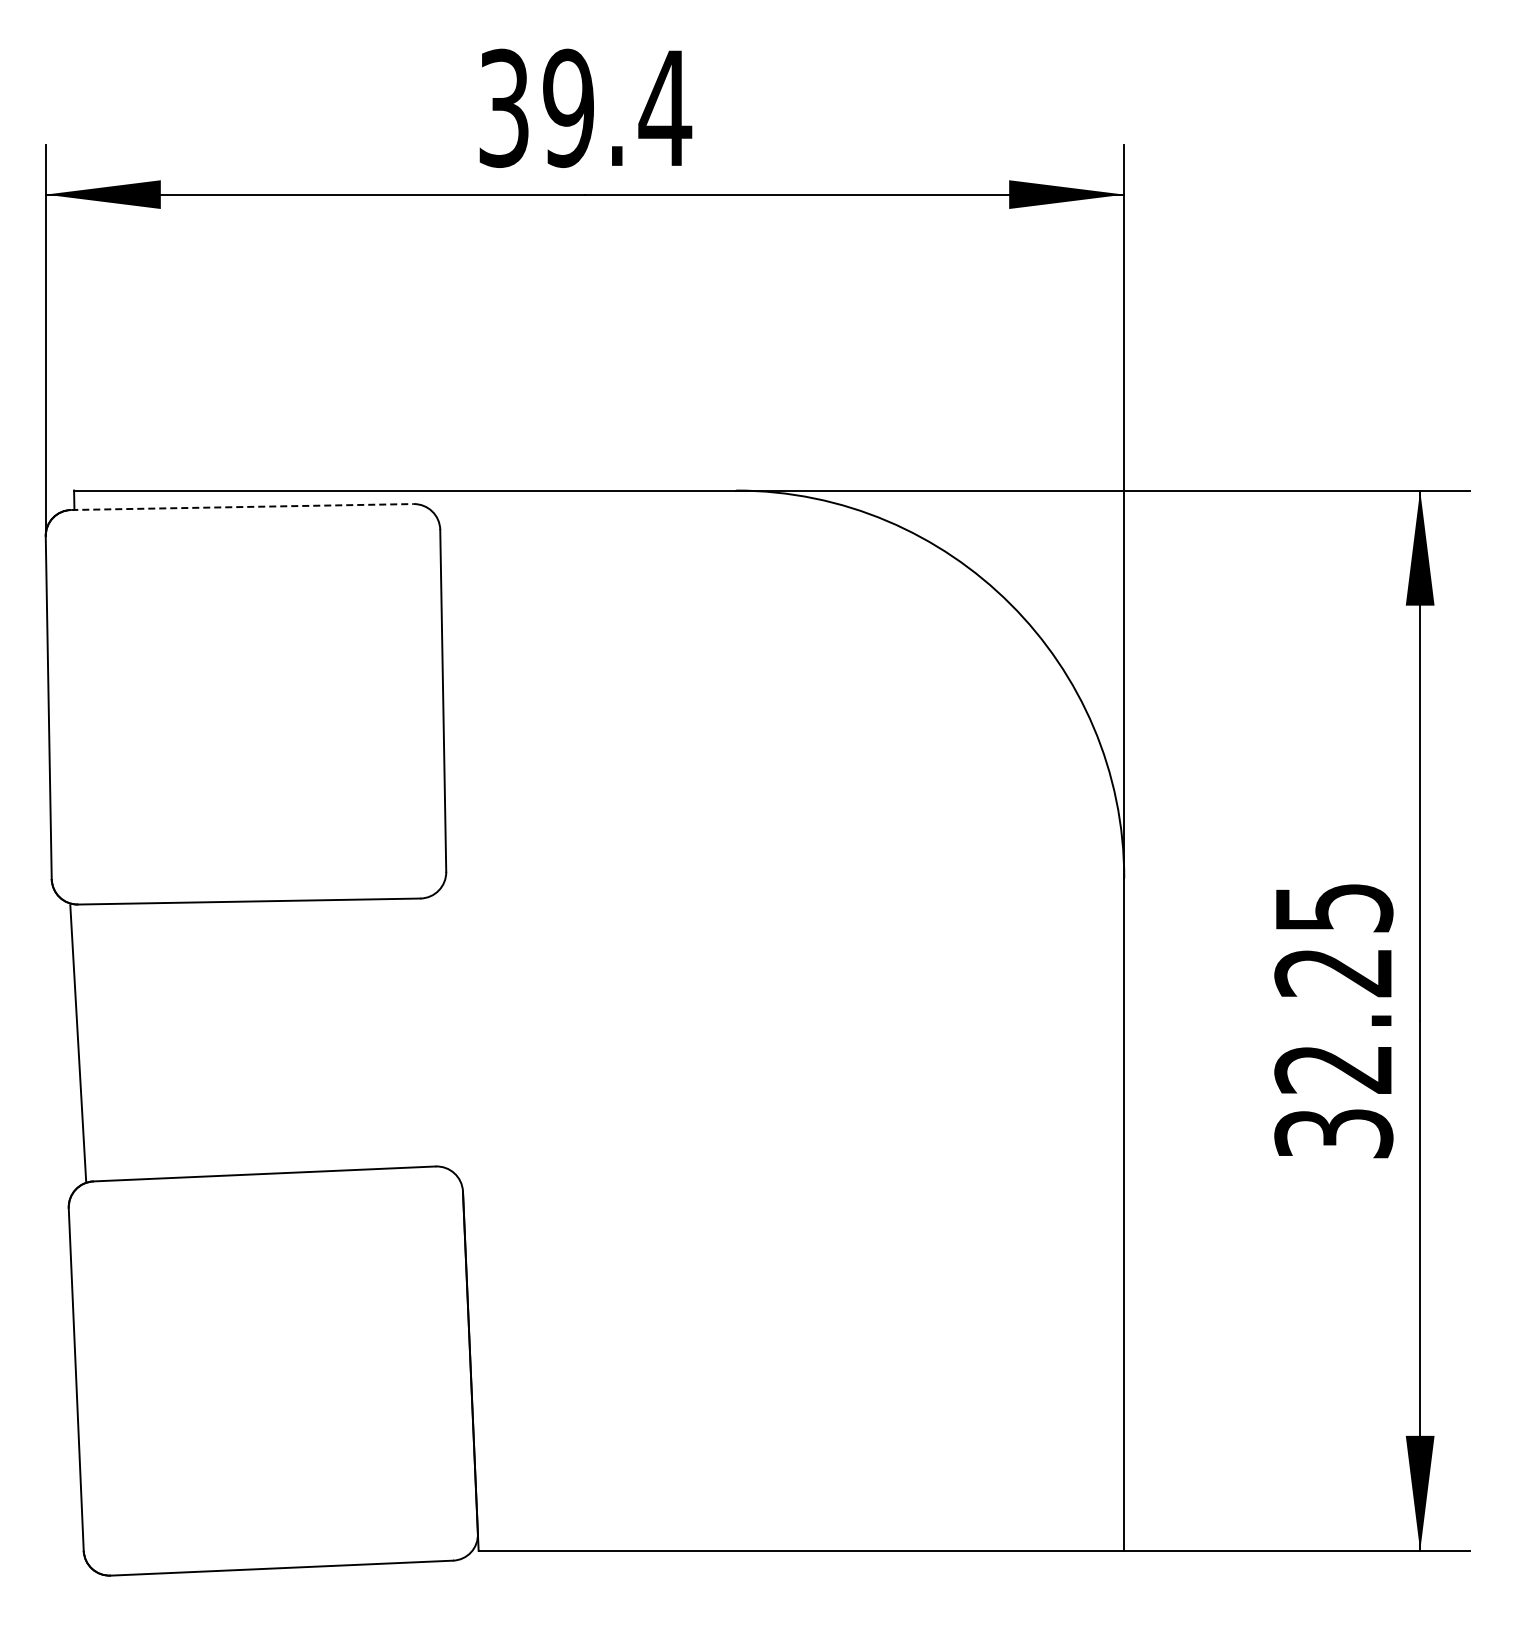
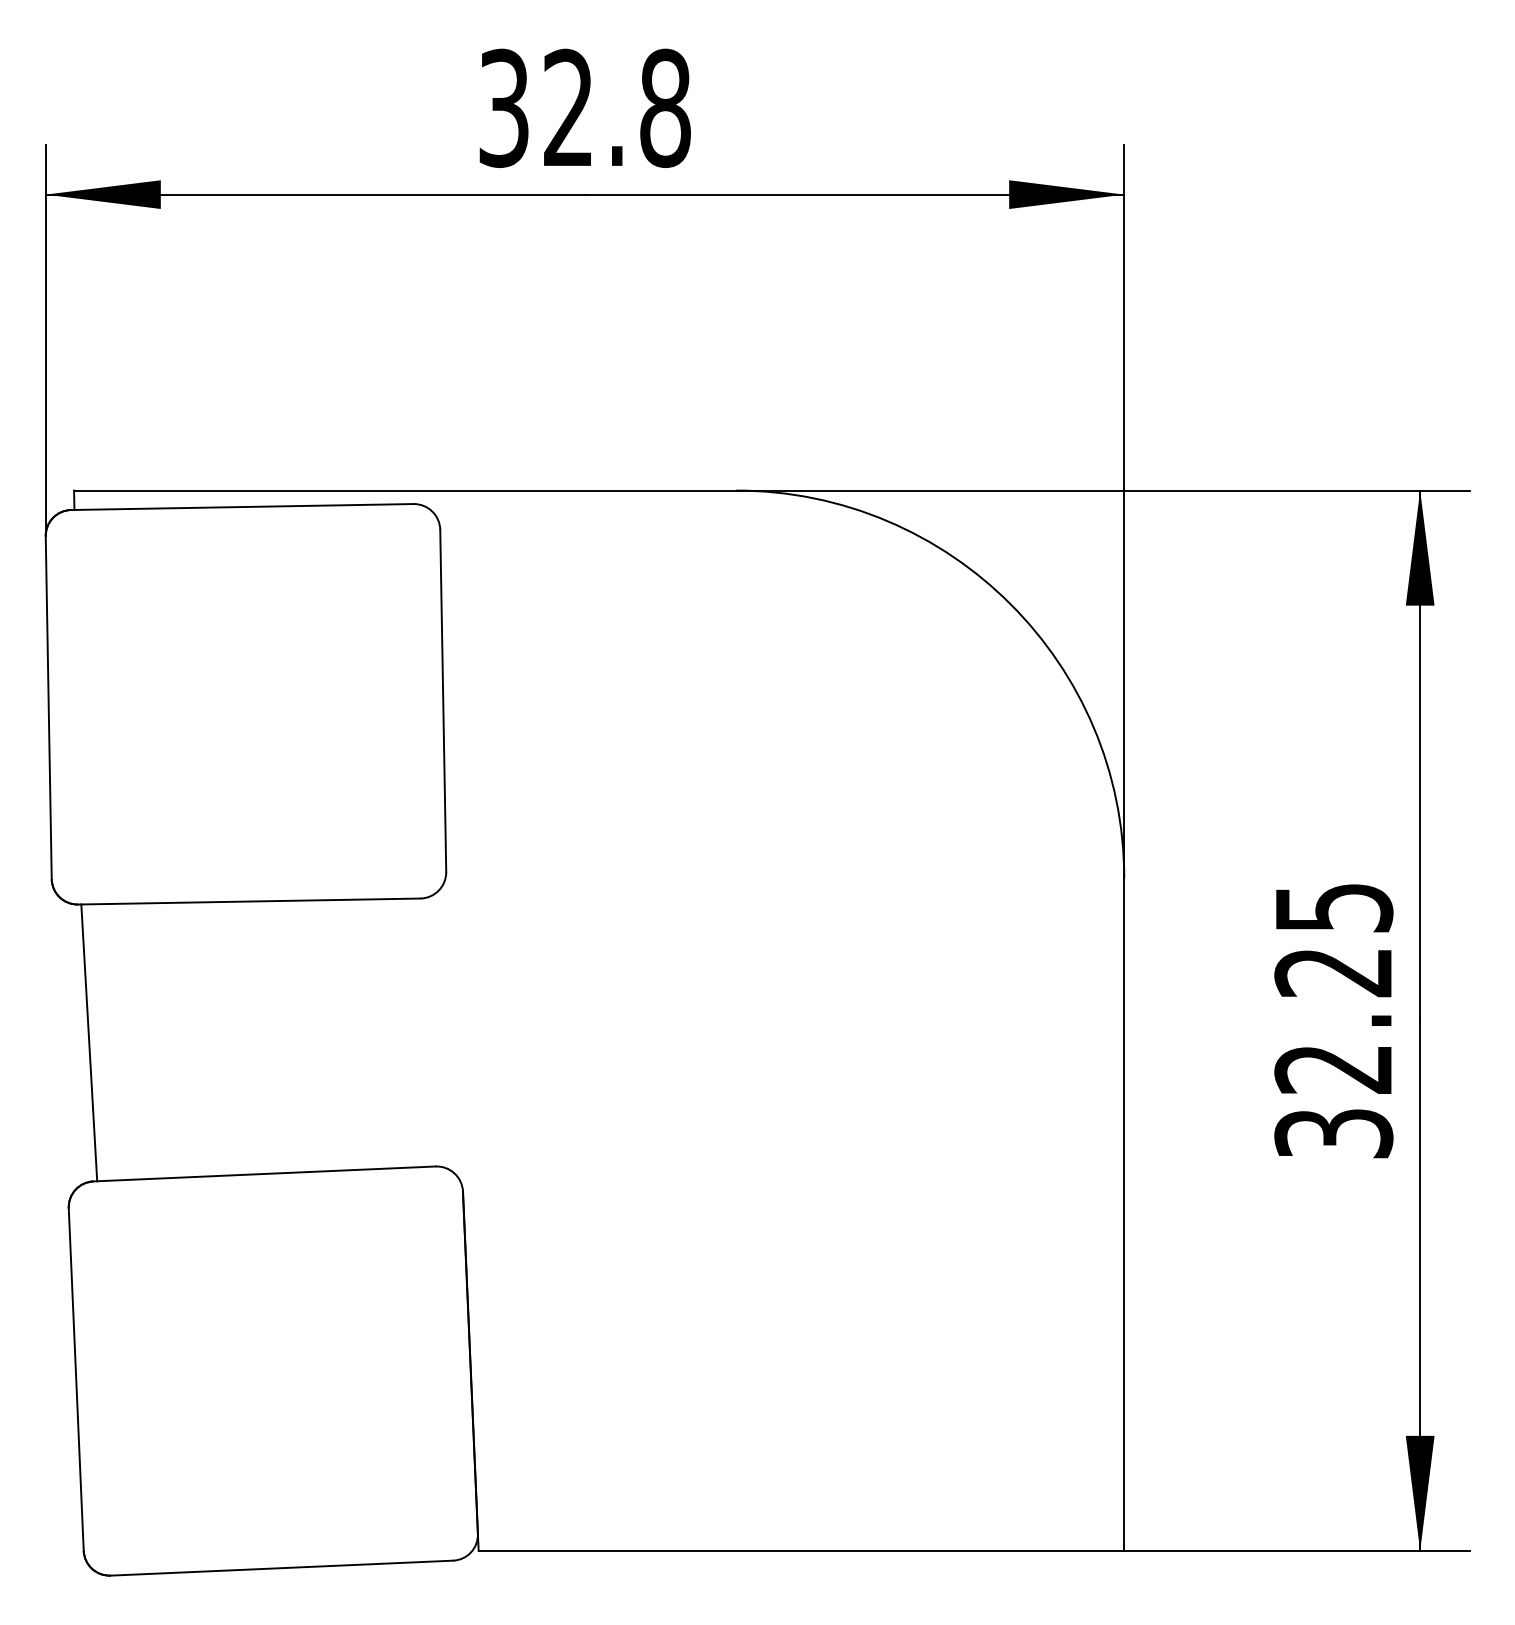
text at (617, 107): 39.4 -> 32.8
line at (242, 507): dashed -> solid
line at (78, 1043) position: (78, 1043) -> (89, 1042)
